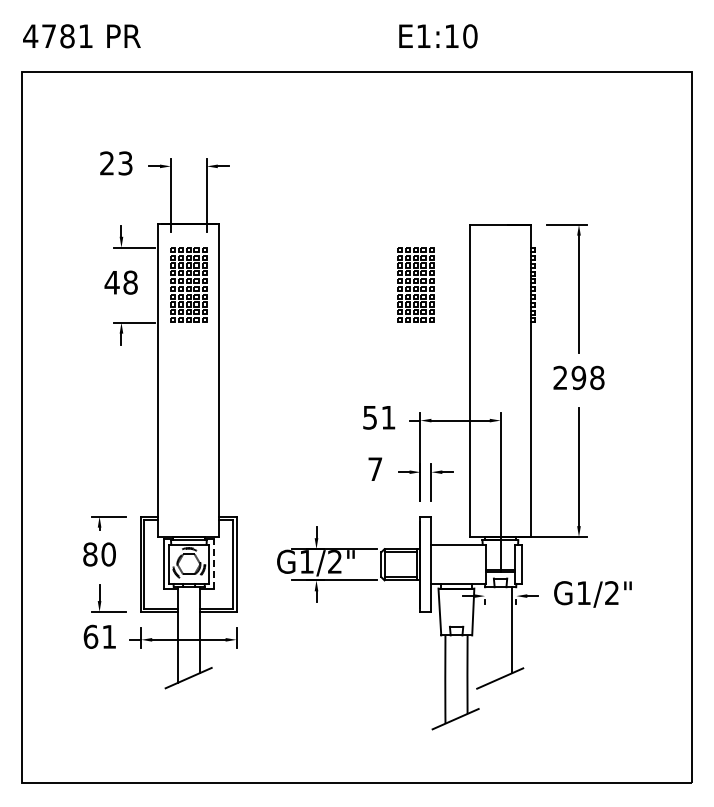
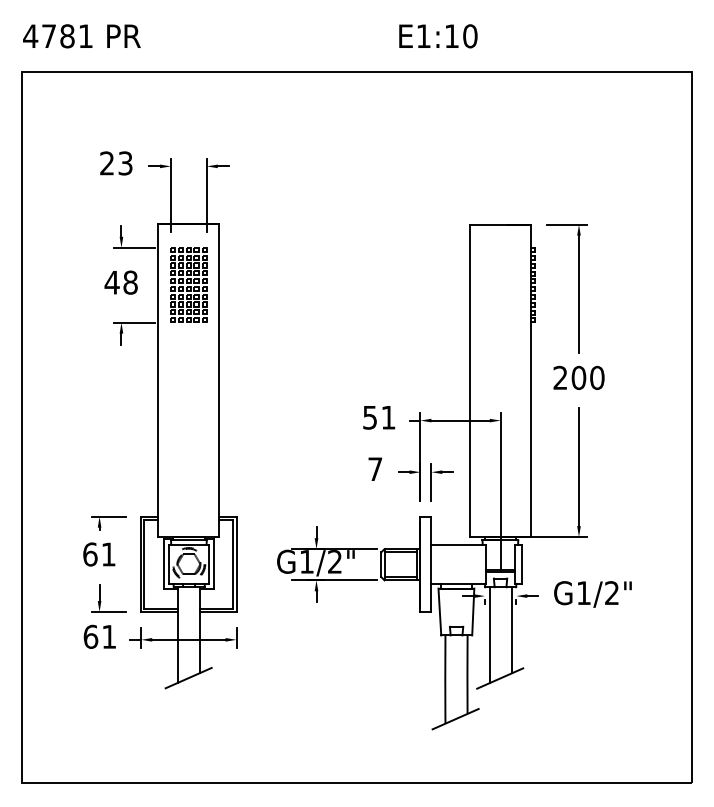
part at (415, 284): present -> none
text at (587, 378): 298 -> 200
text at (99, 554): 80 -> 61
line at (213, 564): dashed -> solid
line at (489, 635): none -> present
